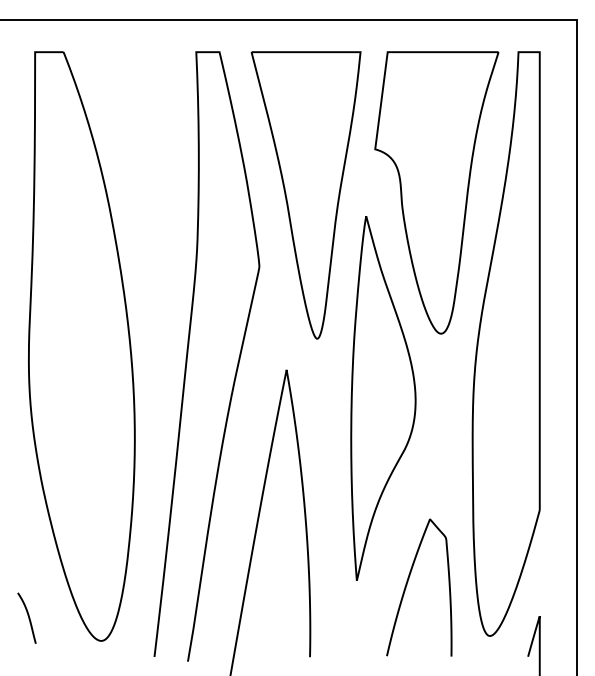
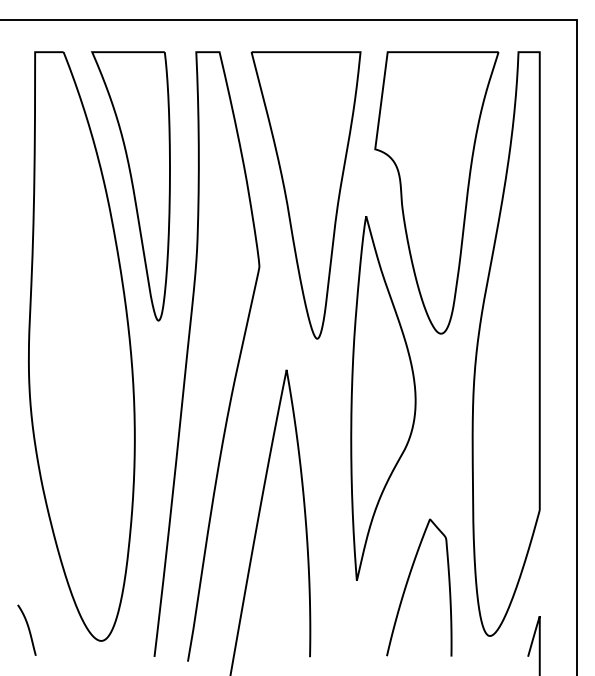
part at (130, 186): none -> present
curve at (28, 617) position: (28, 617) -> (28, 629)
